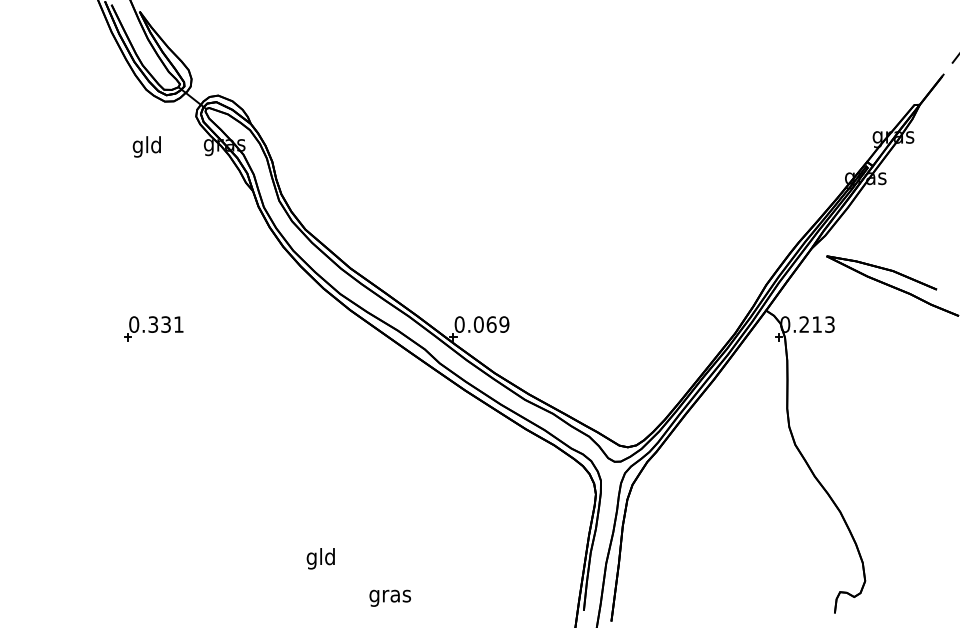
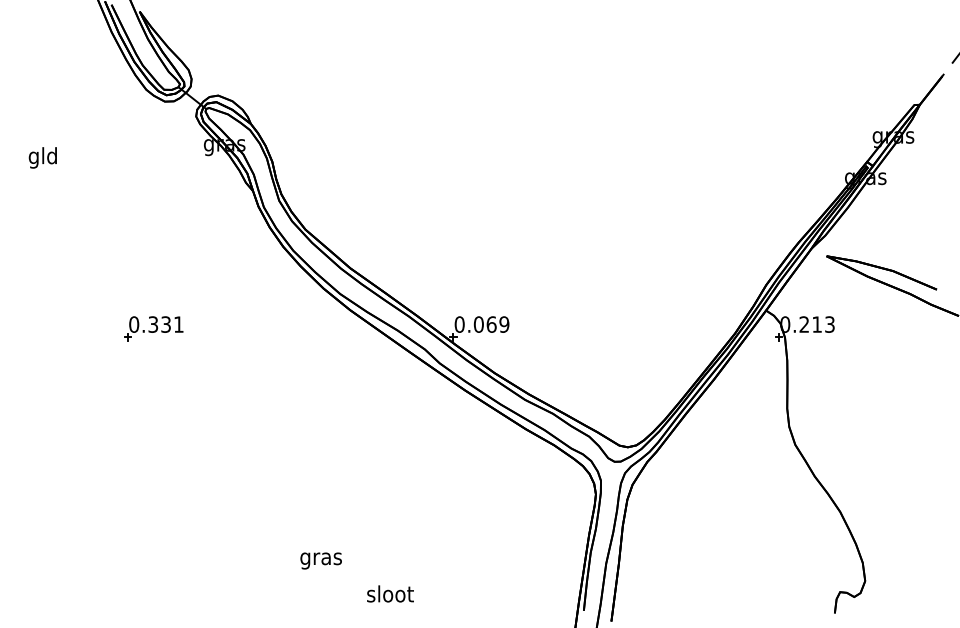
text at (146, 146) position: (146, 146) -> (42, 157)
text at (320, 558): gld -> gras
text at (390, 595): gras -> sloot
